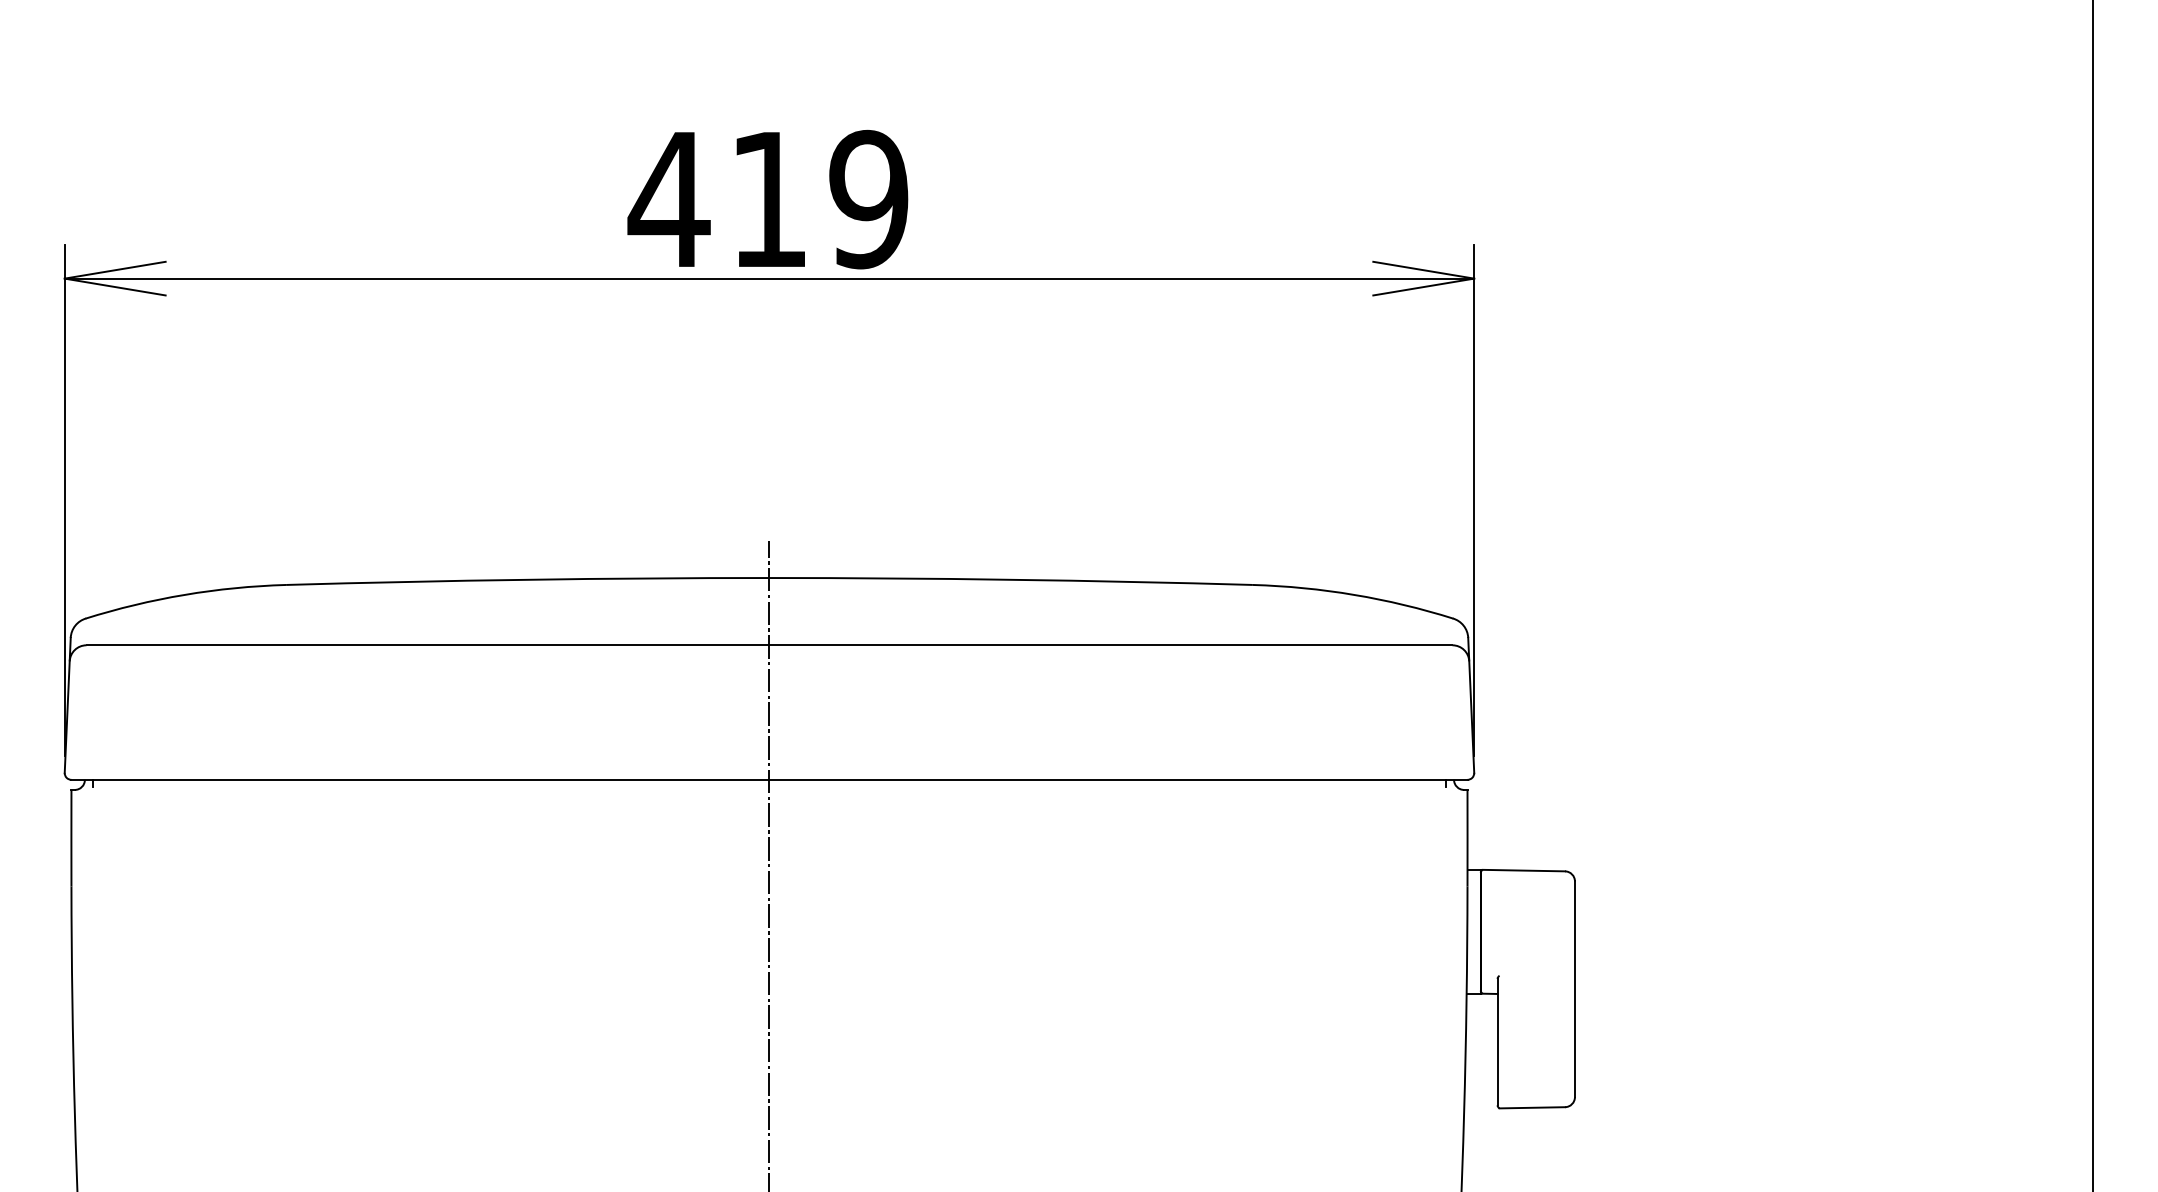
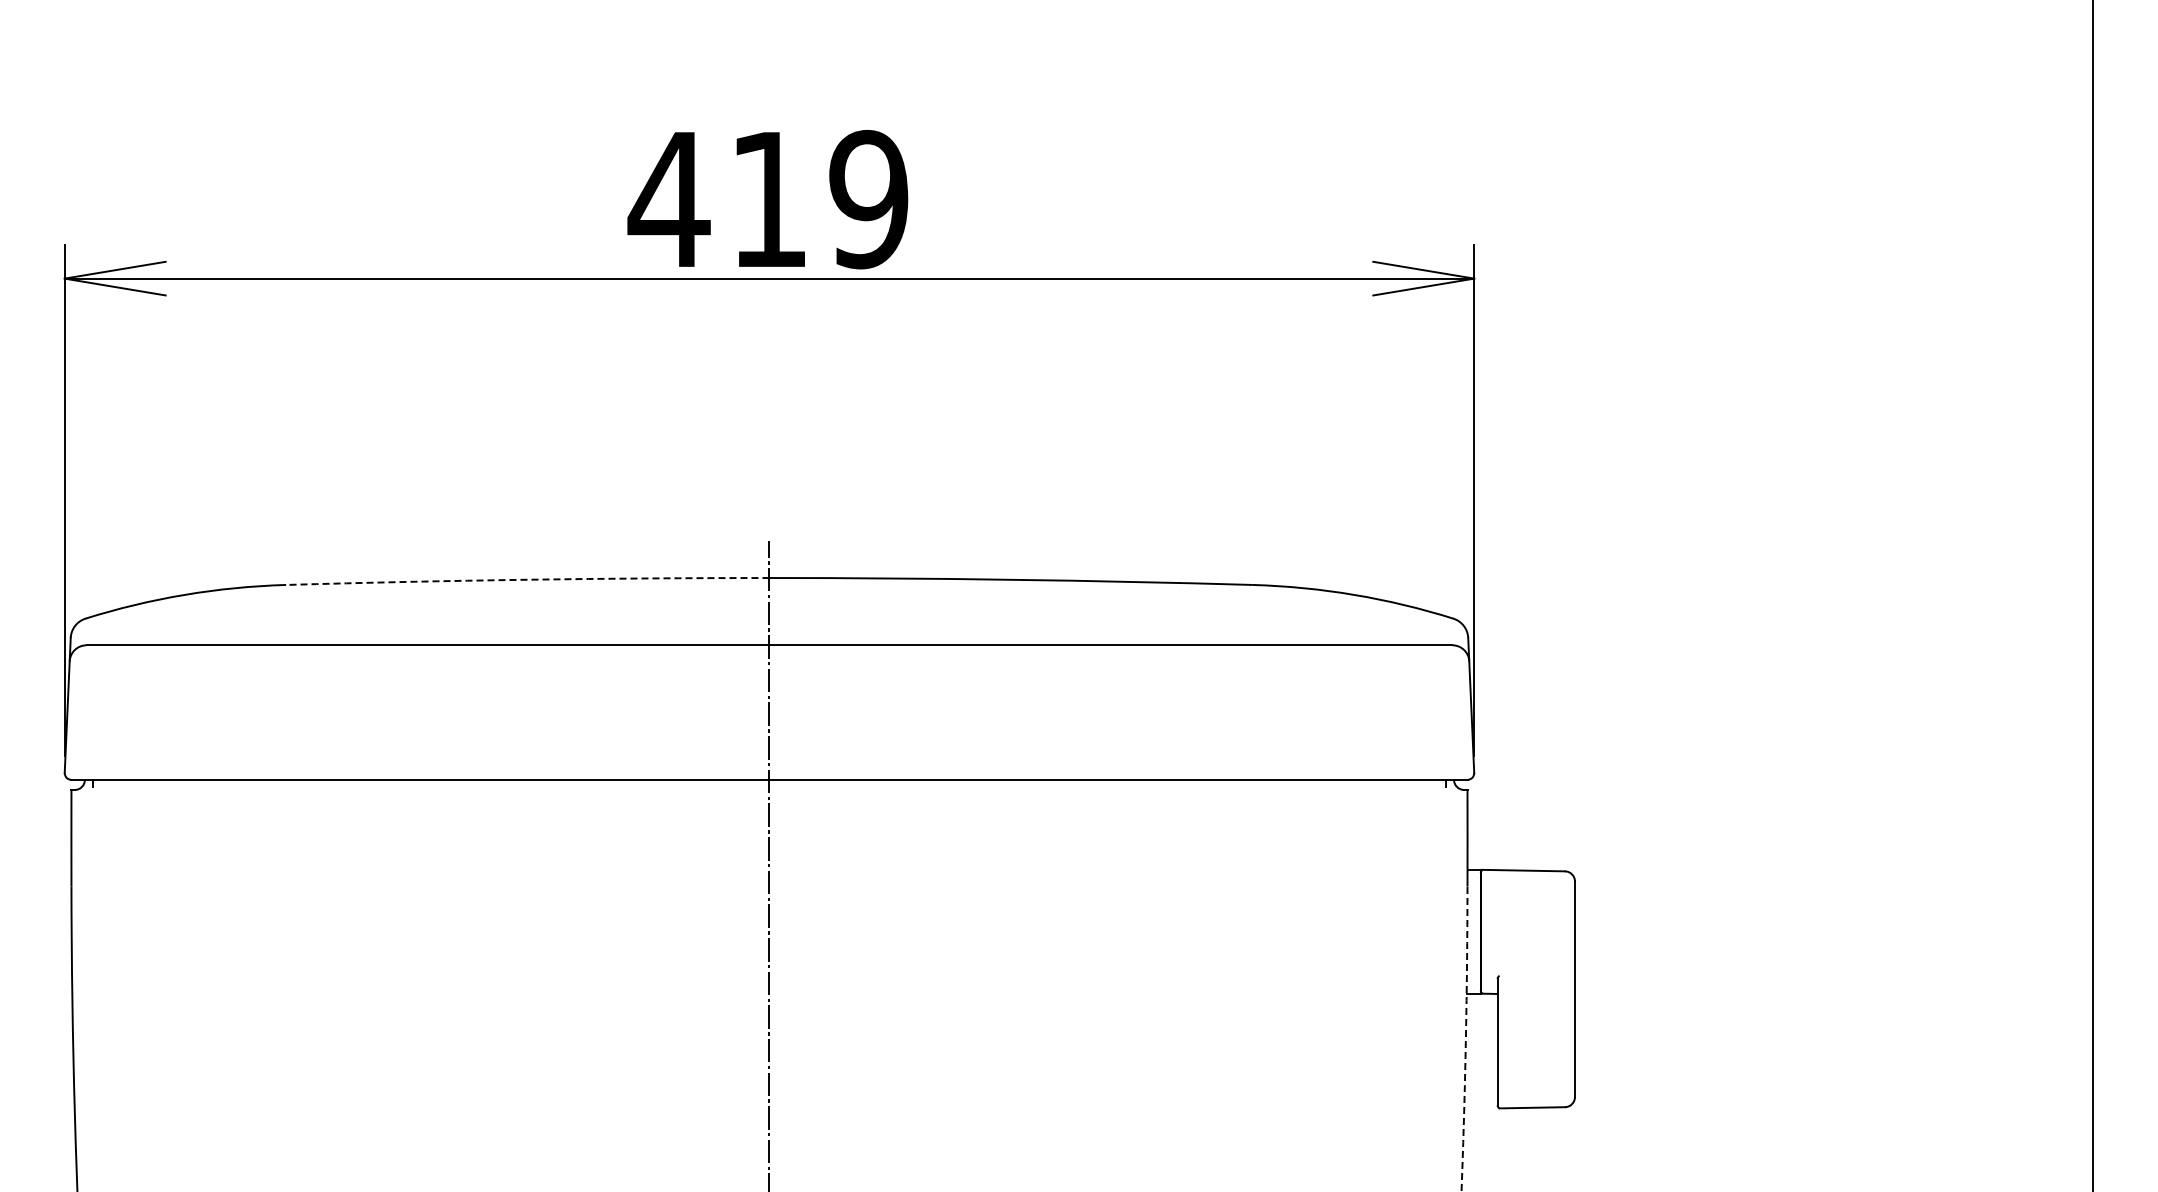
arc at (527, 579): solid -> dashed
arc at (1465, 1039): solid -> dashed
